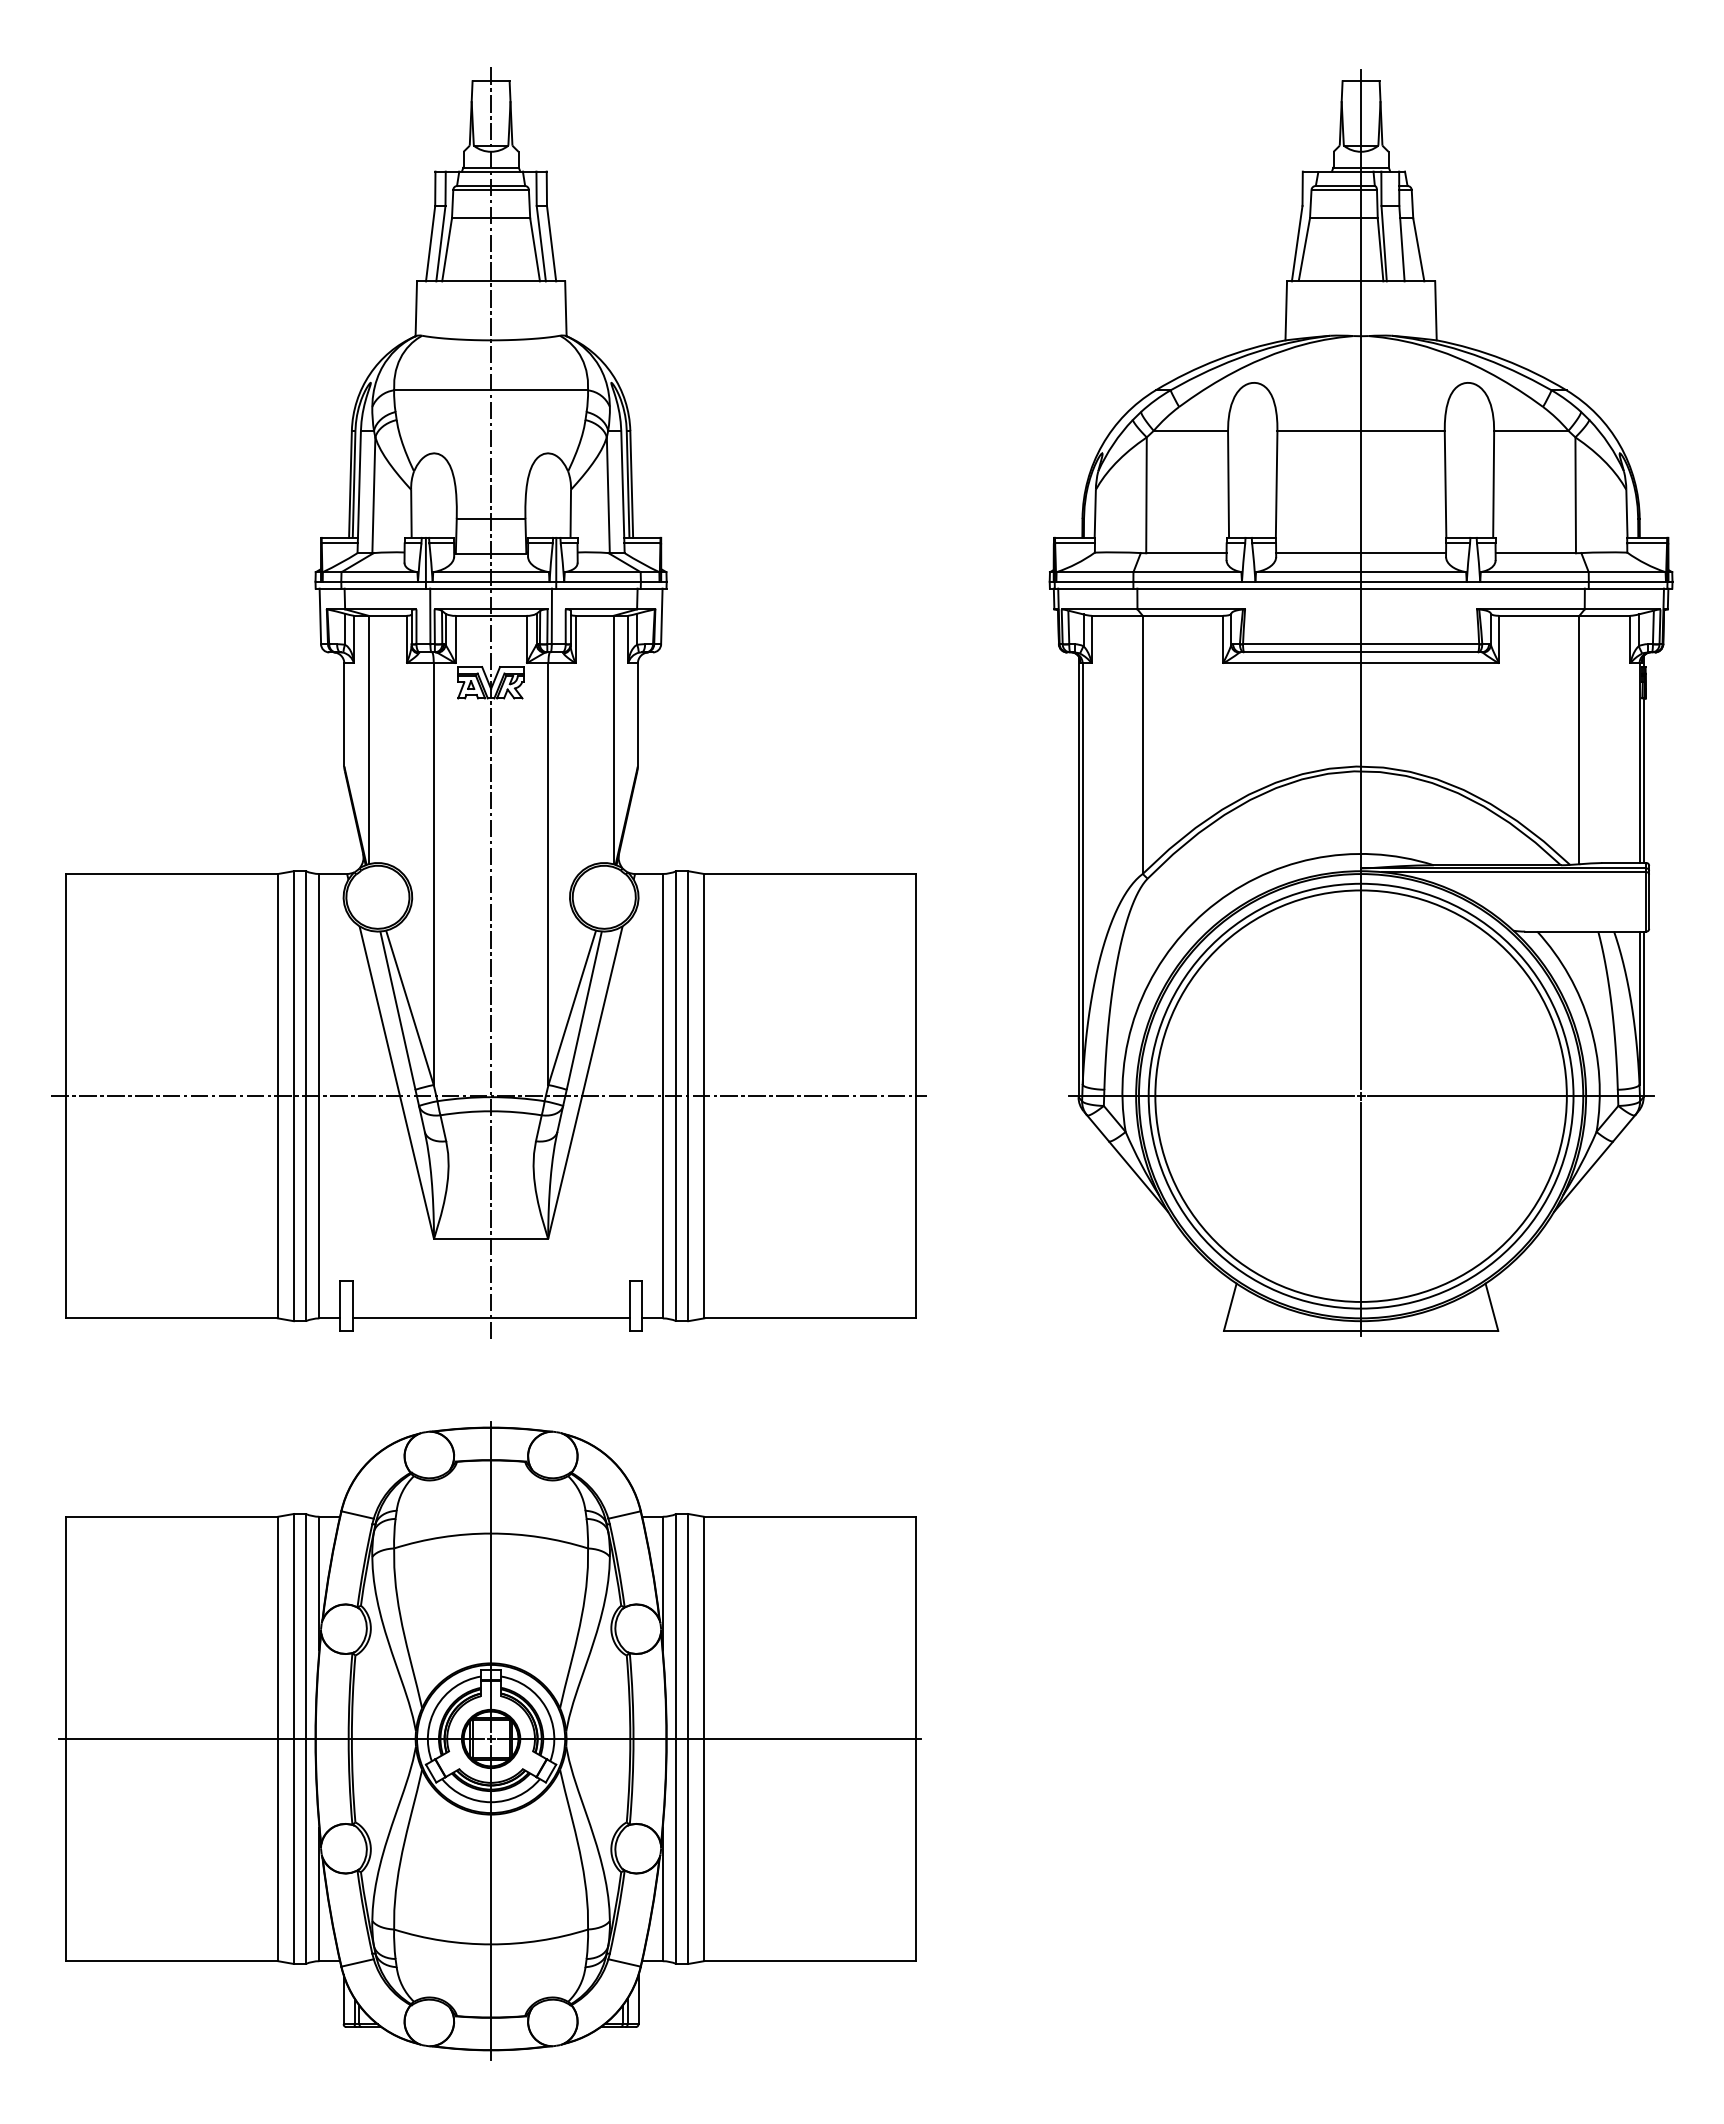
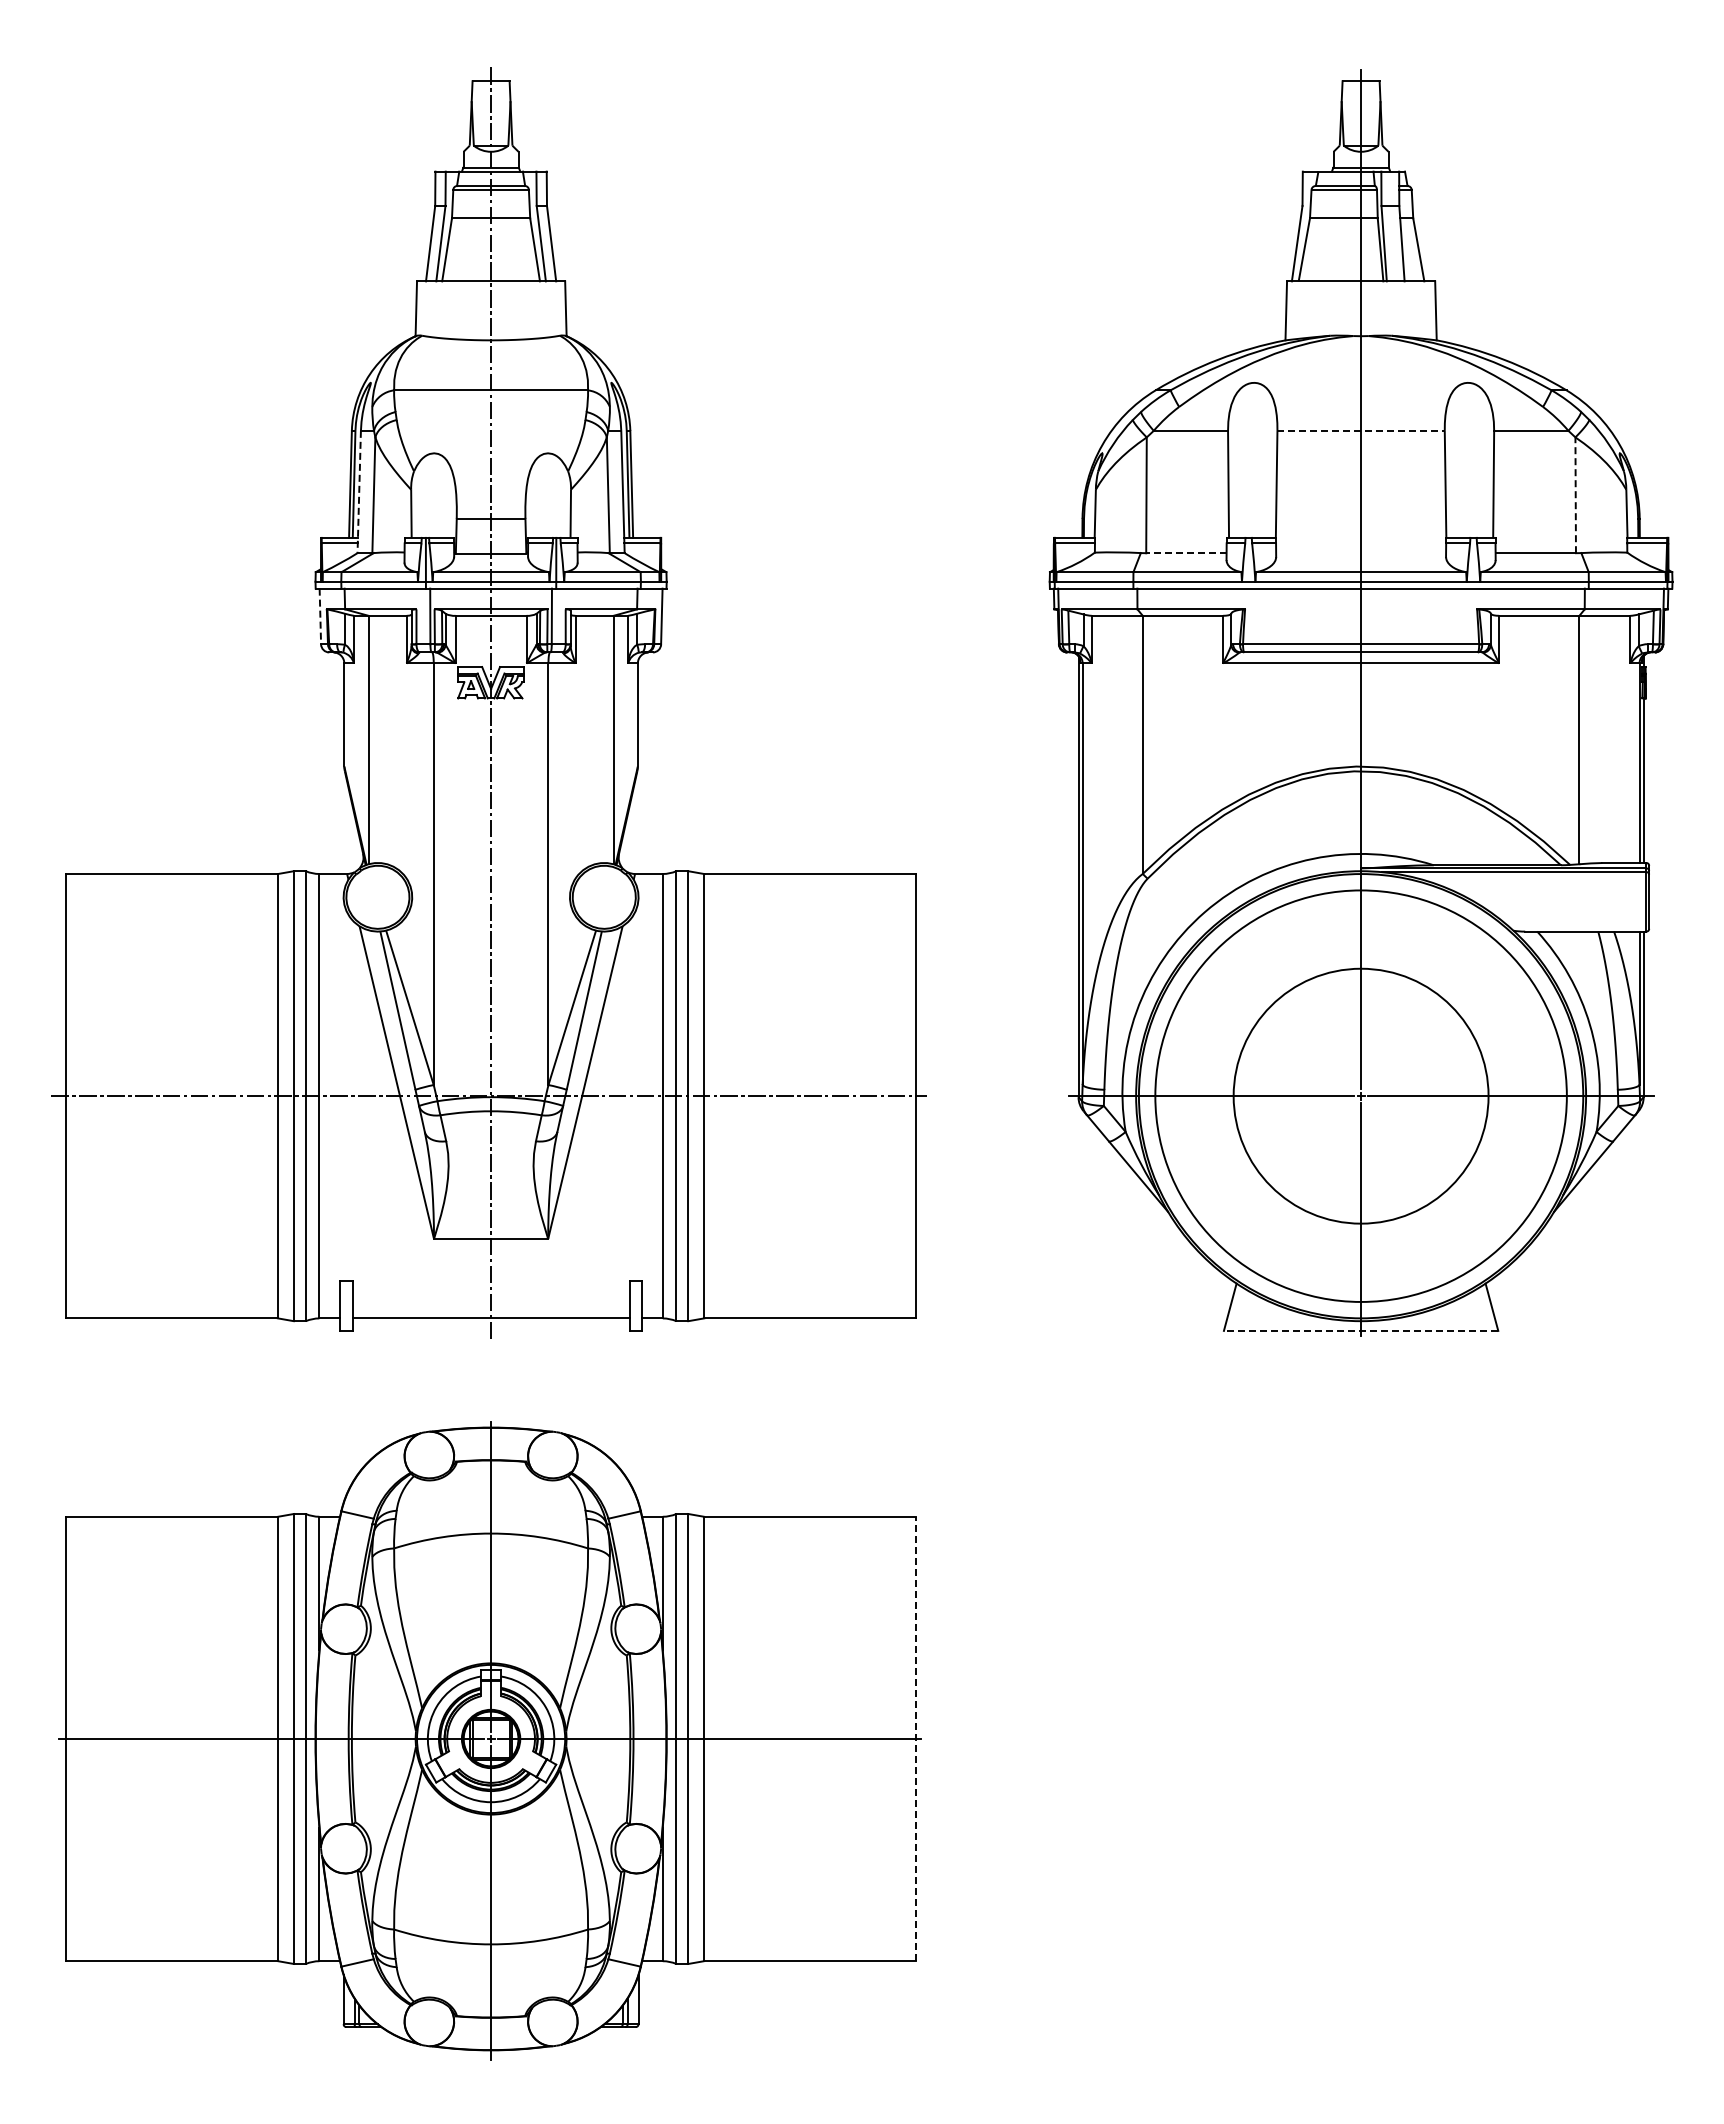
line at (1361, 430): solid -> dashed
line at (359, 493): solid -> dashed
line at (1575, 495): solid -> dashed
line at (1185, 553): solid -> dashed
line at (1361, 553): present -> none
line at (320, 616): solid -> dashed
circle at (1360, 1095) diameter: 425 px -> 255 px
line at (1360, 1330): solid -> dashed
line at (916, 1738): solid -> dashed
